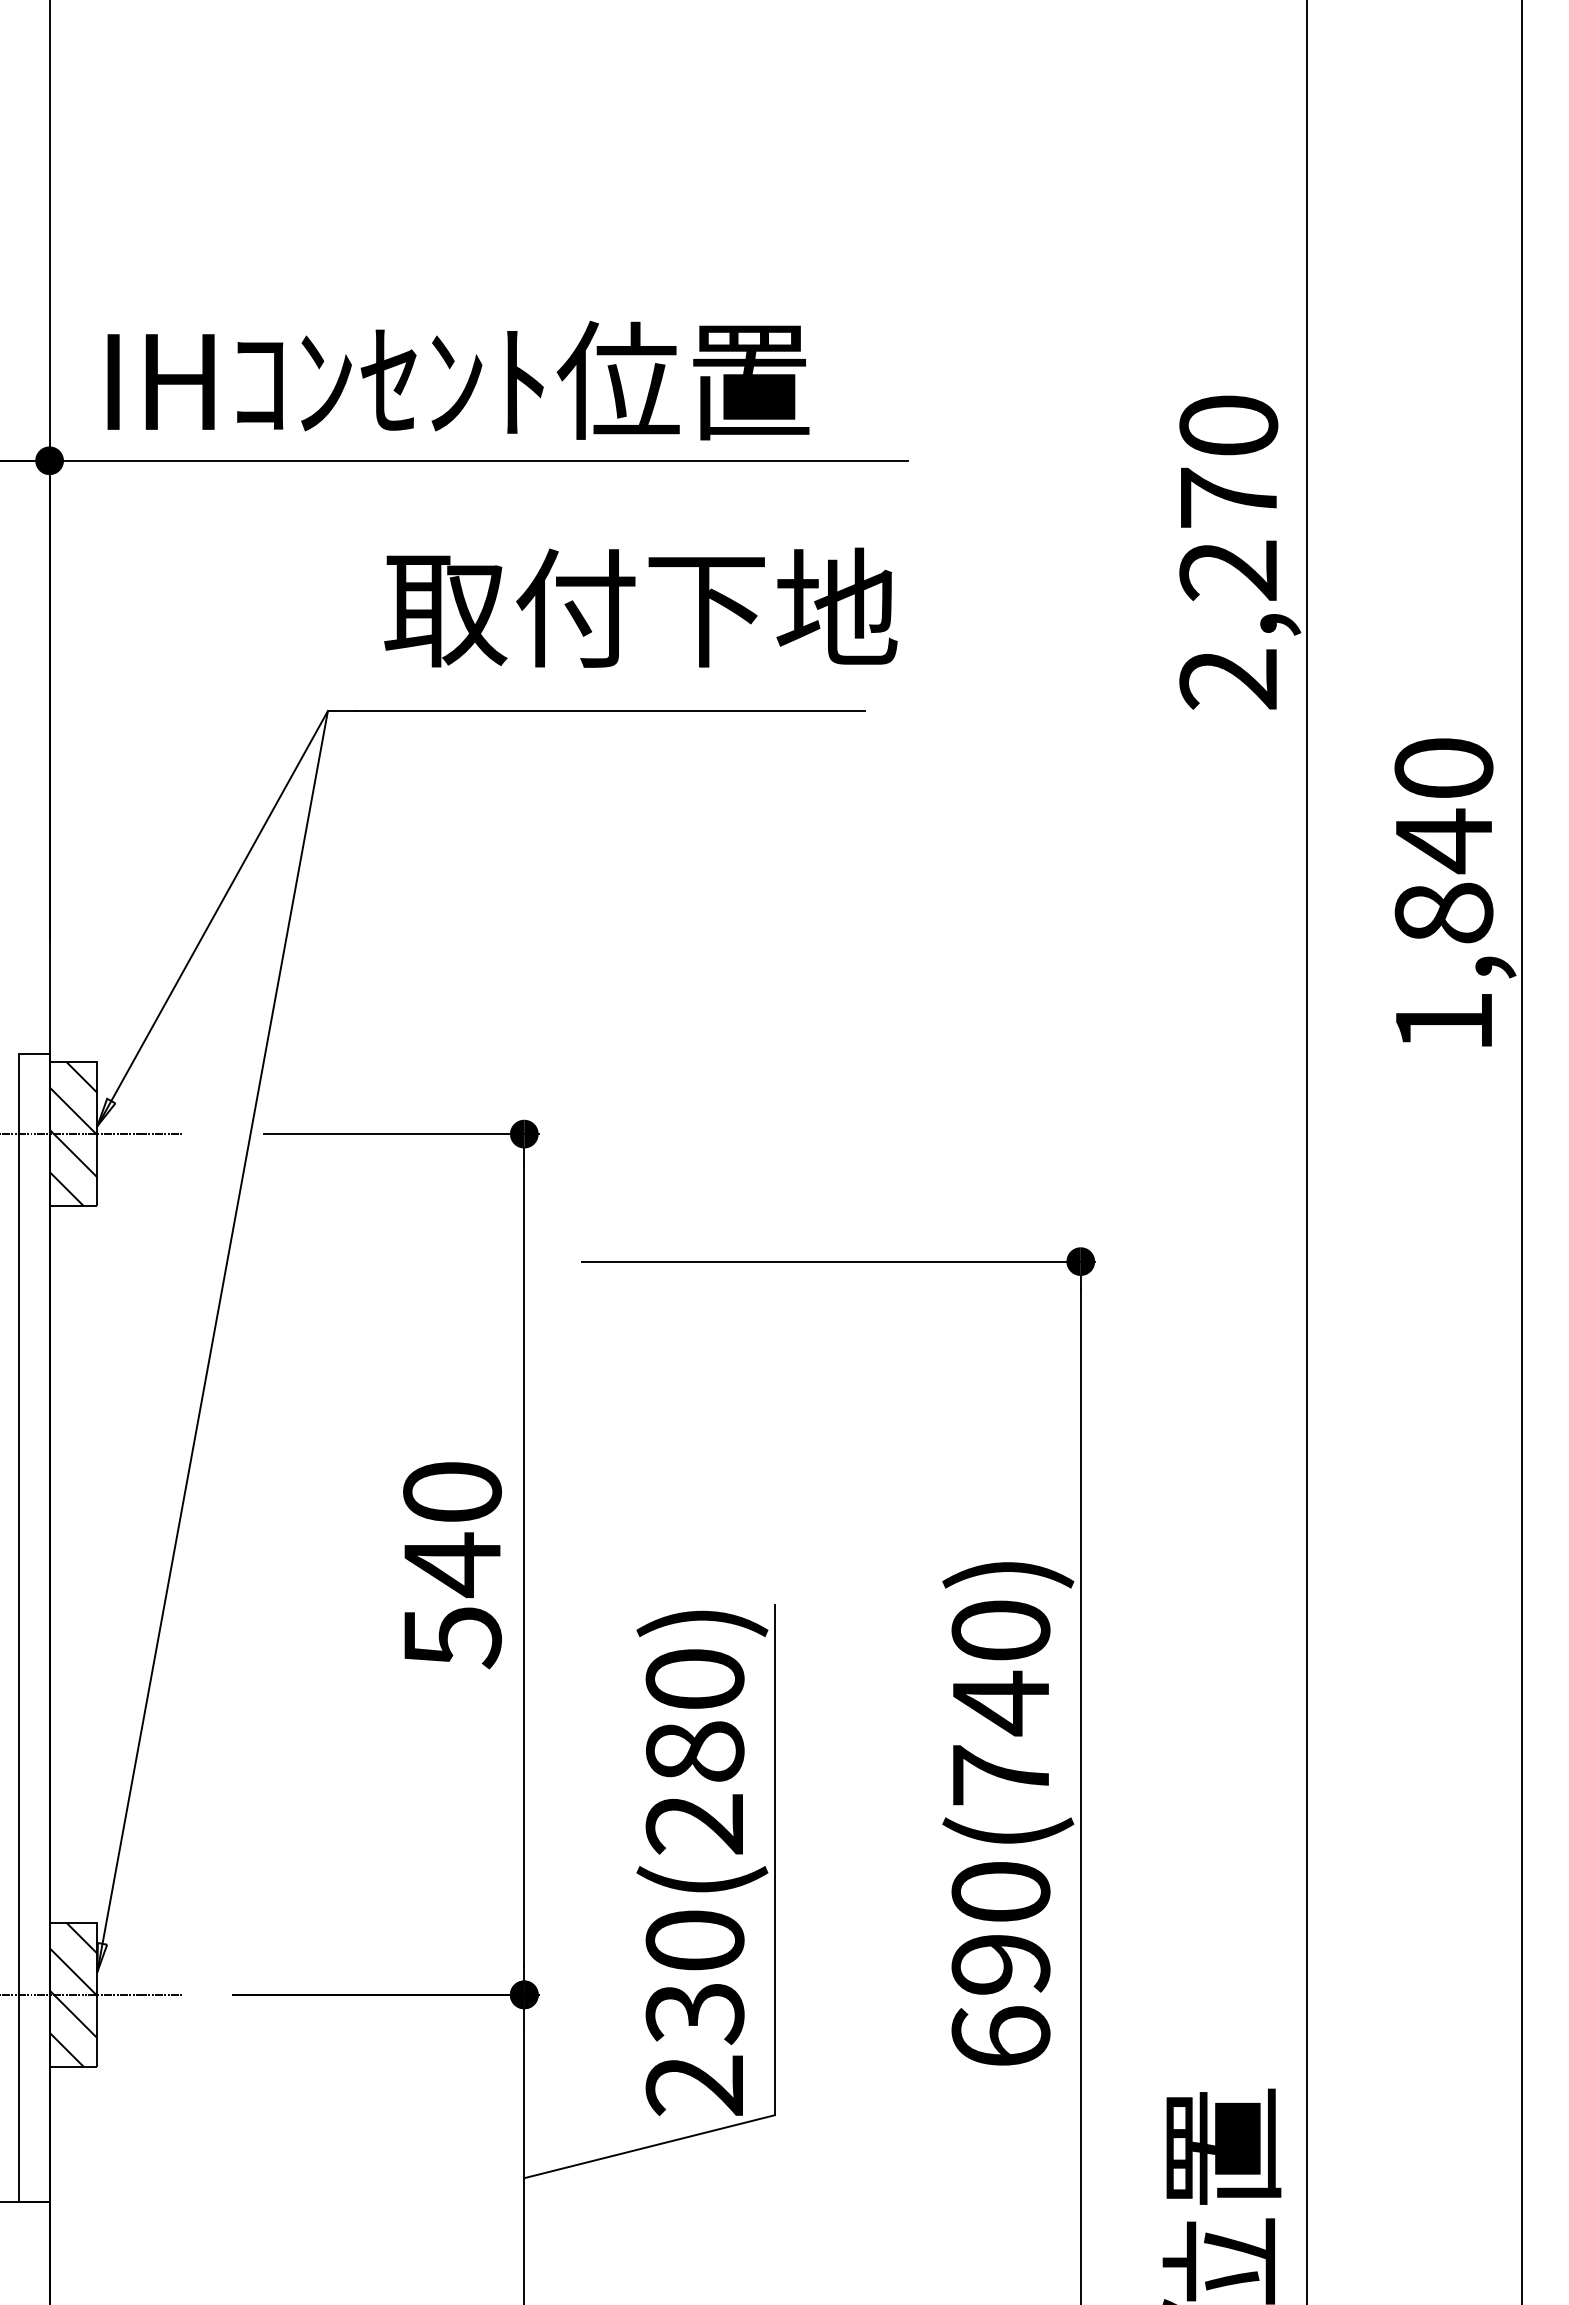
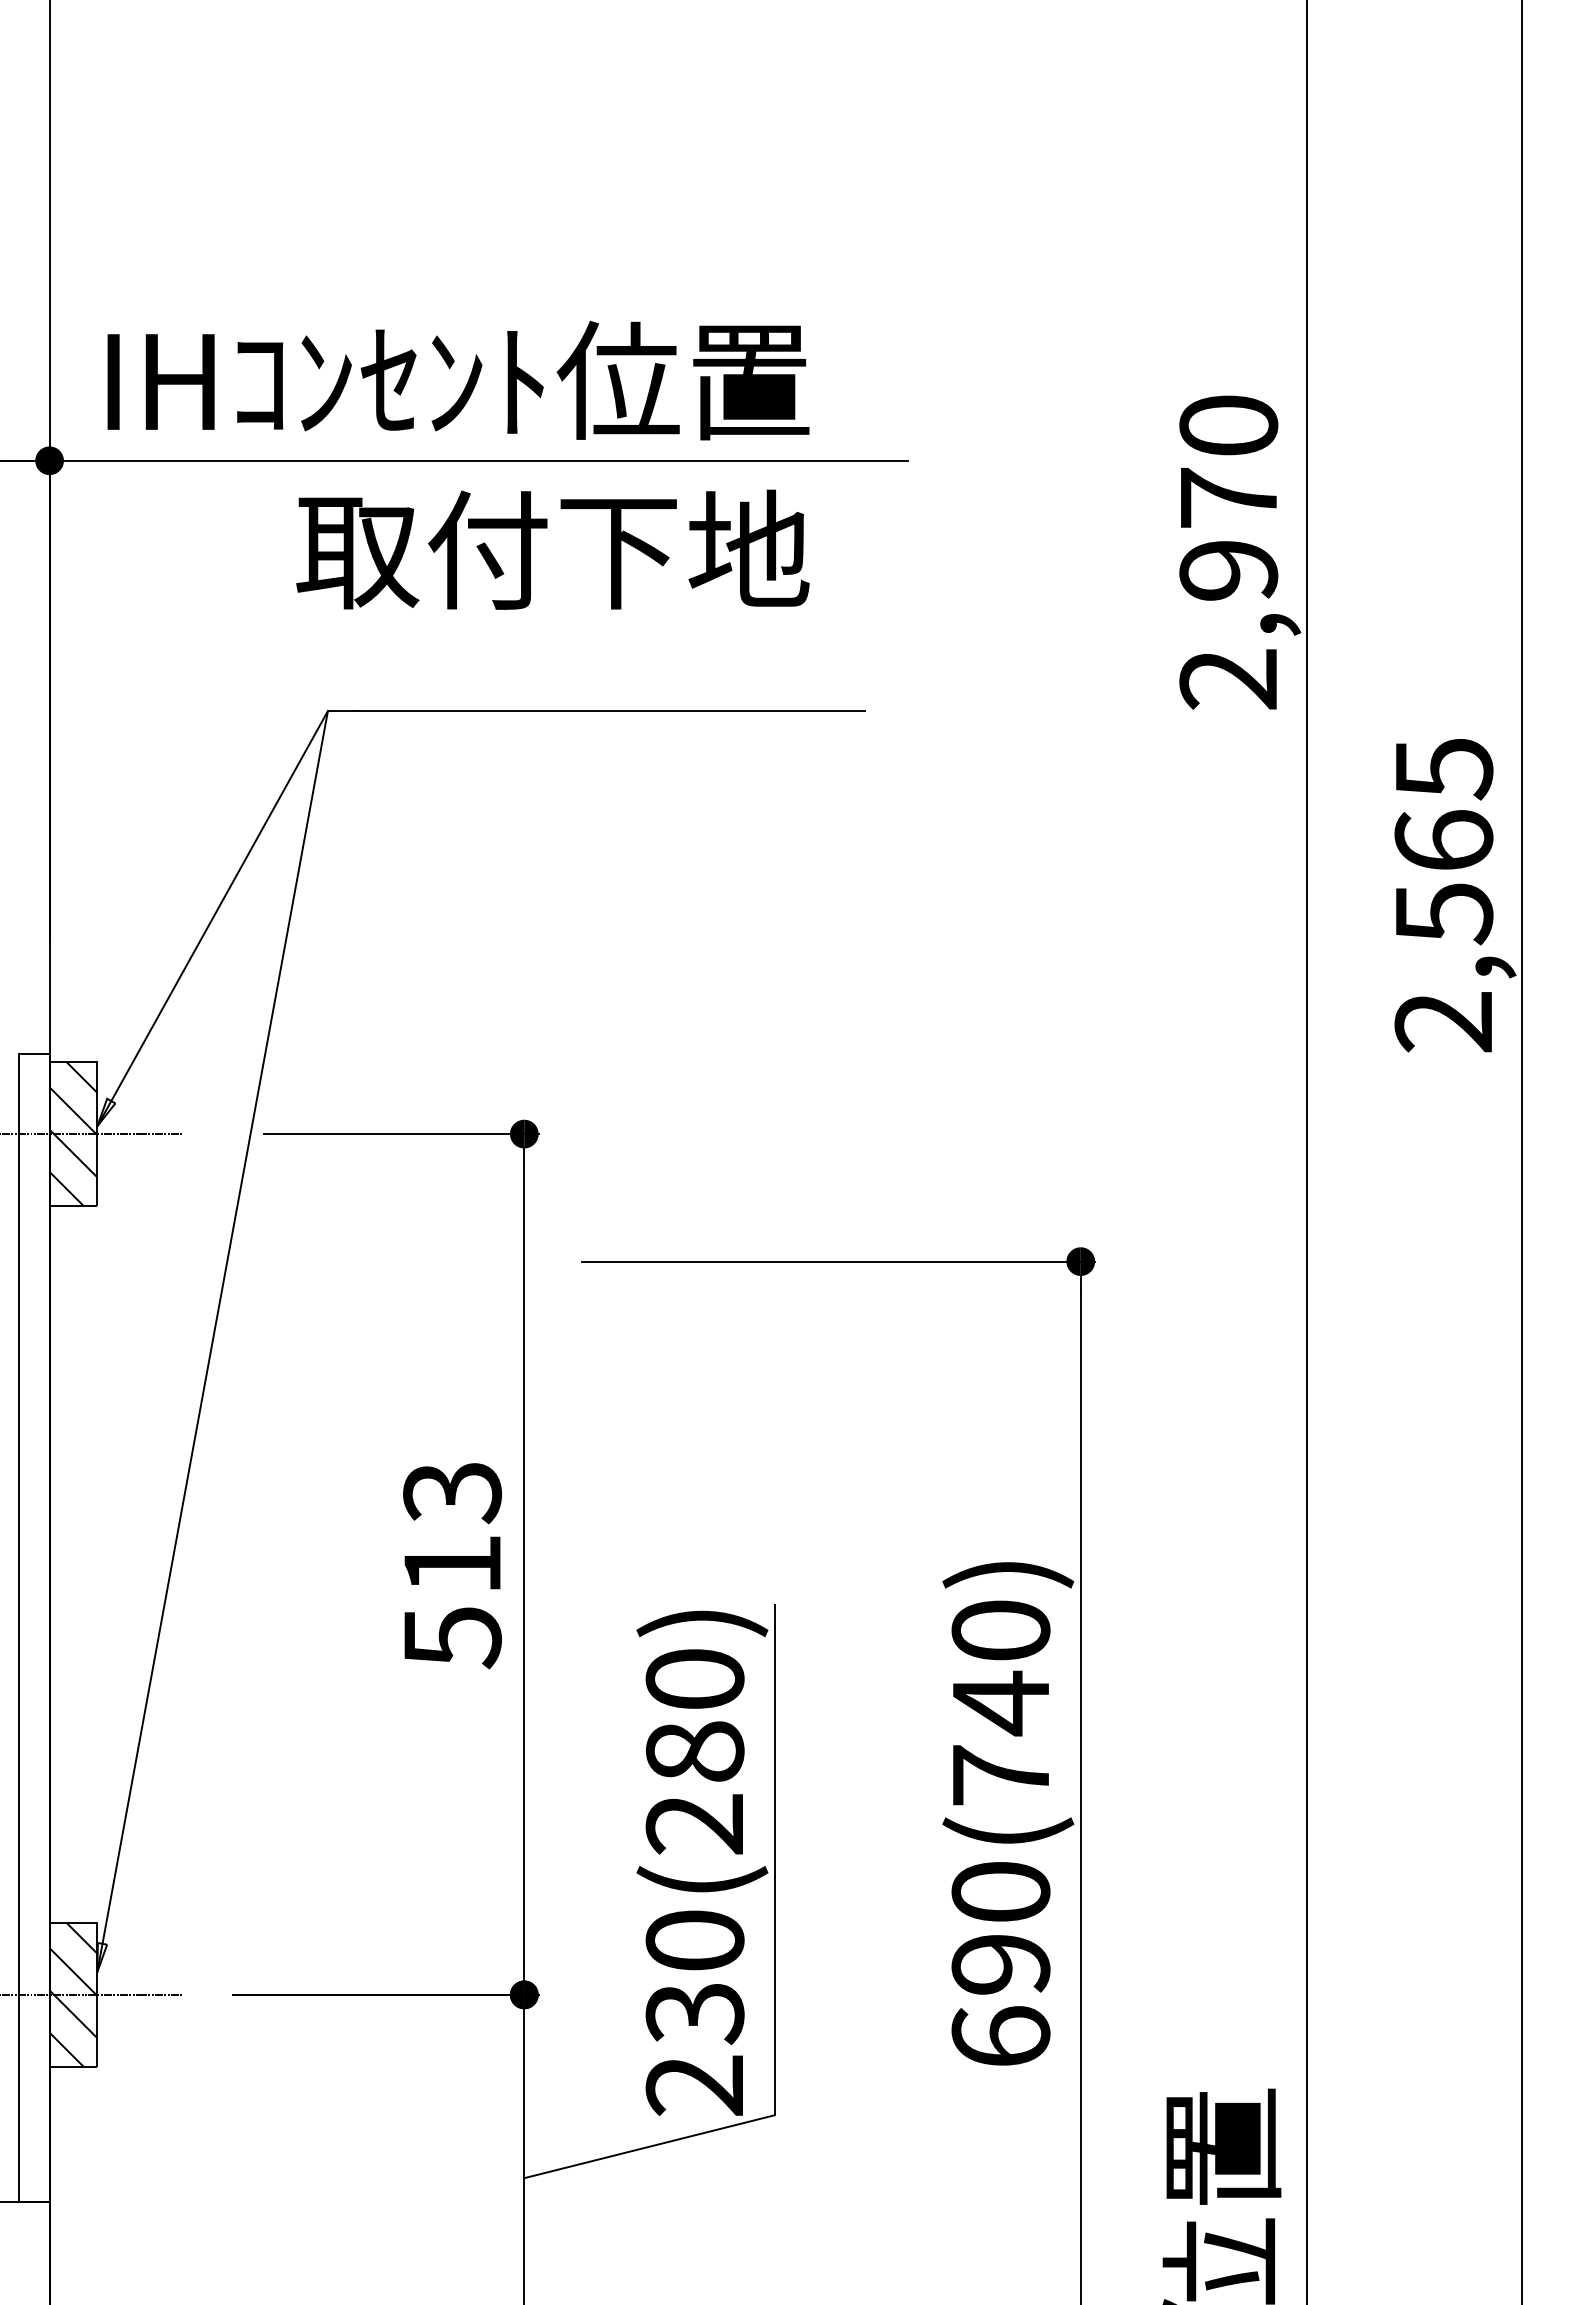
text at (1228, 570): 2,270 -> 2,970
text at (640, 607) position: (640, 607) -> (552, 549)
text at (1443, 895): 1,840 -> 2,565
text at (452, 1529): 540 -> 513
